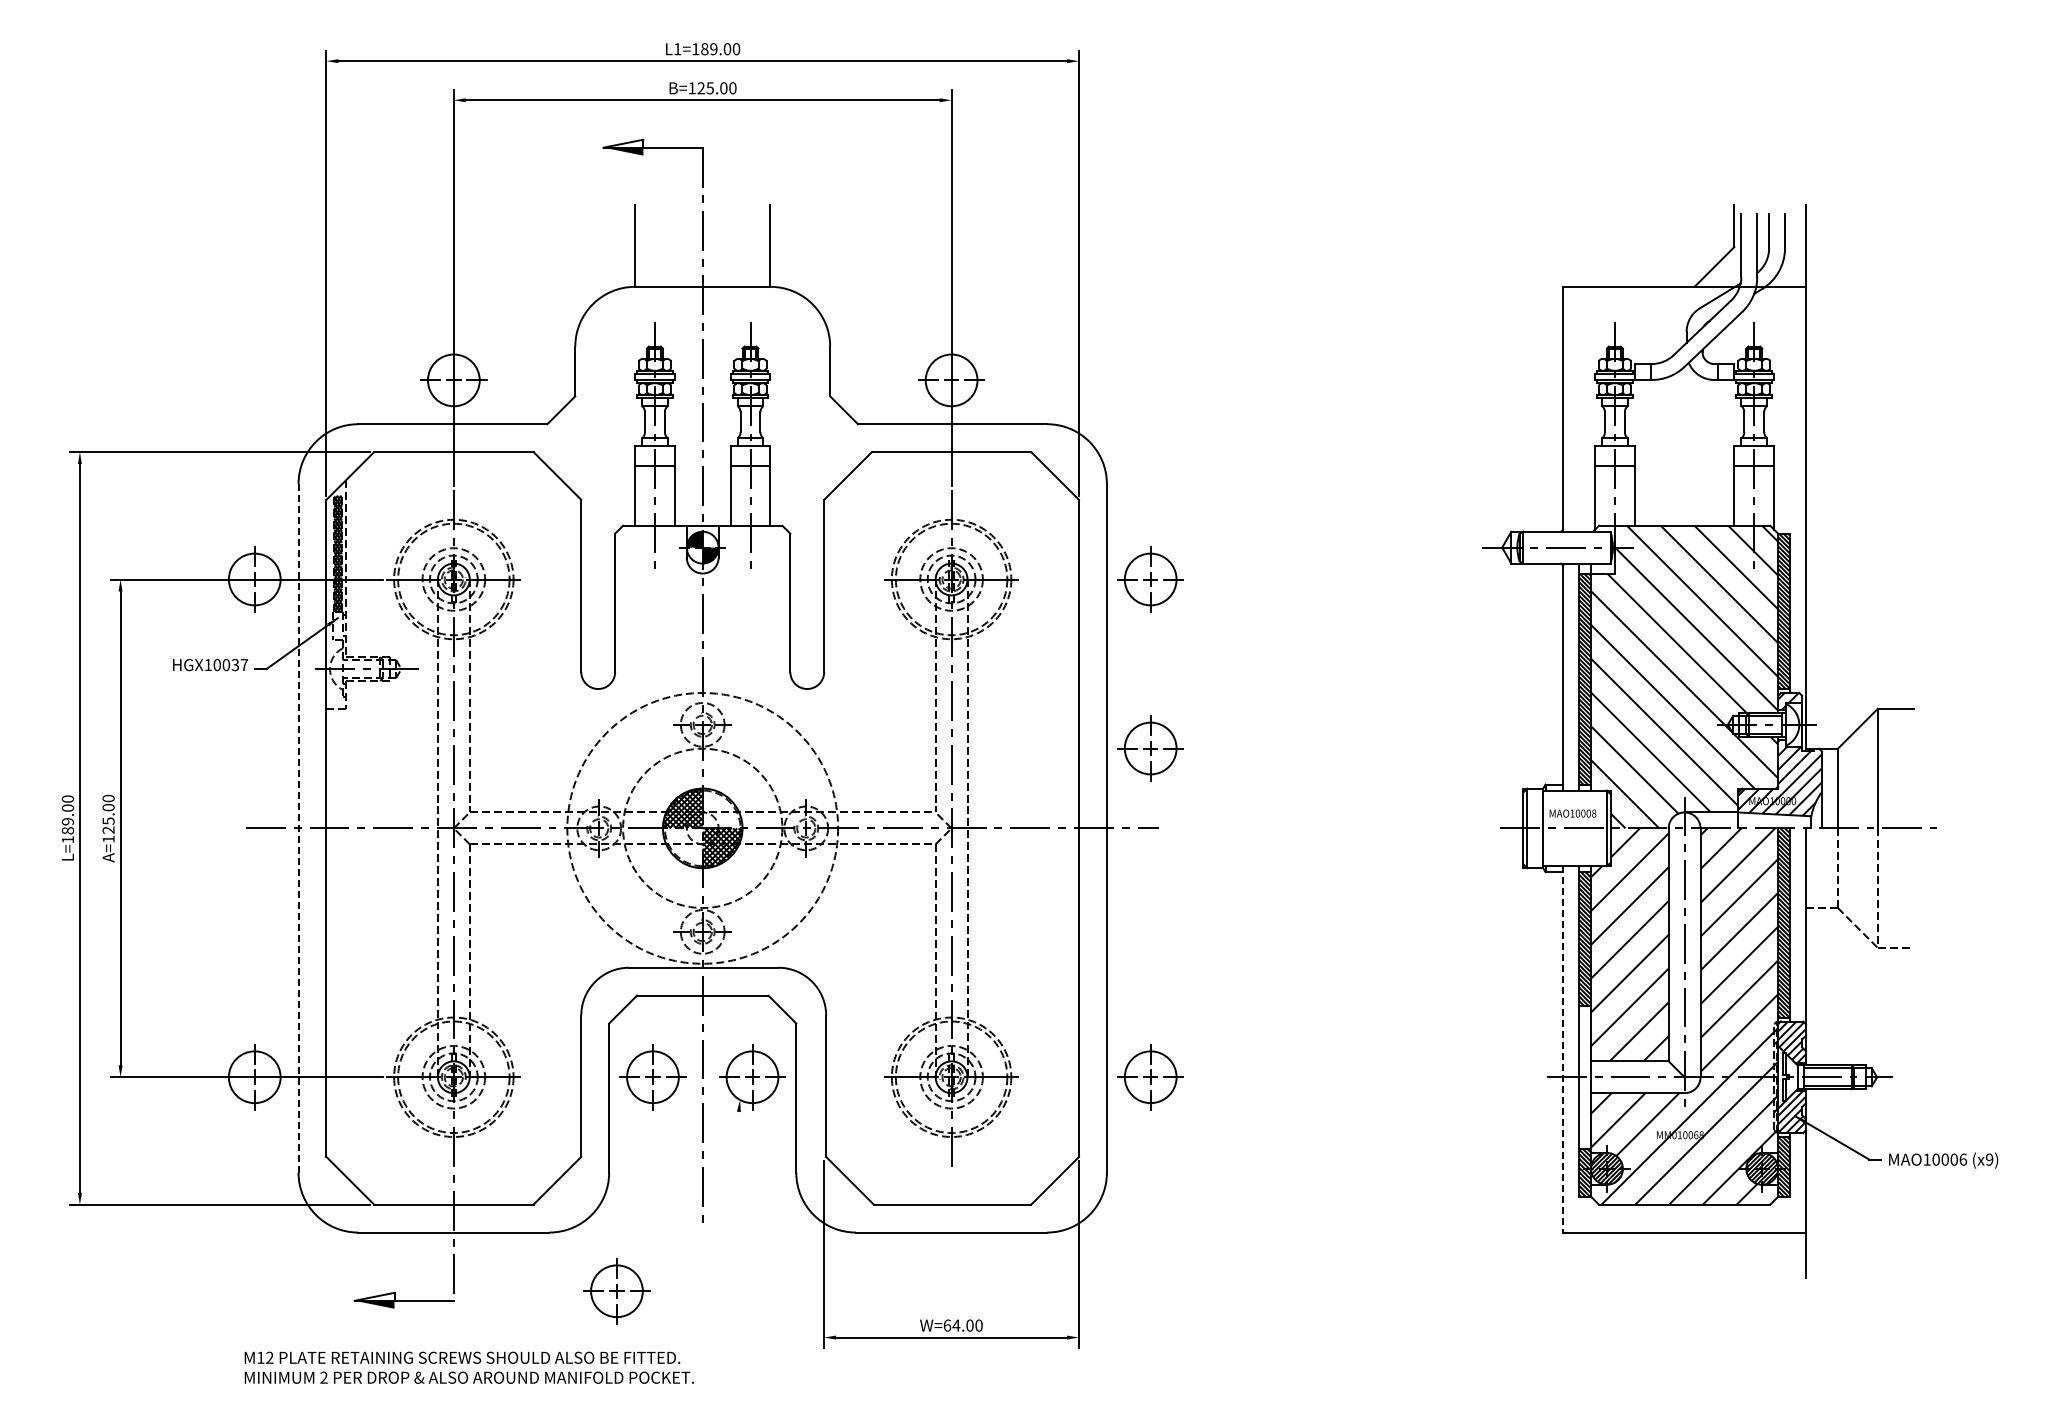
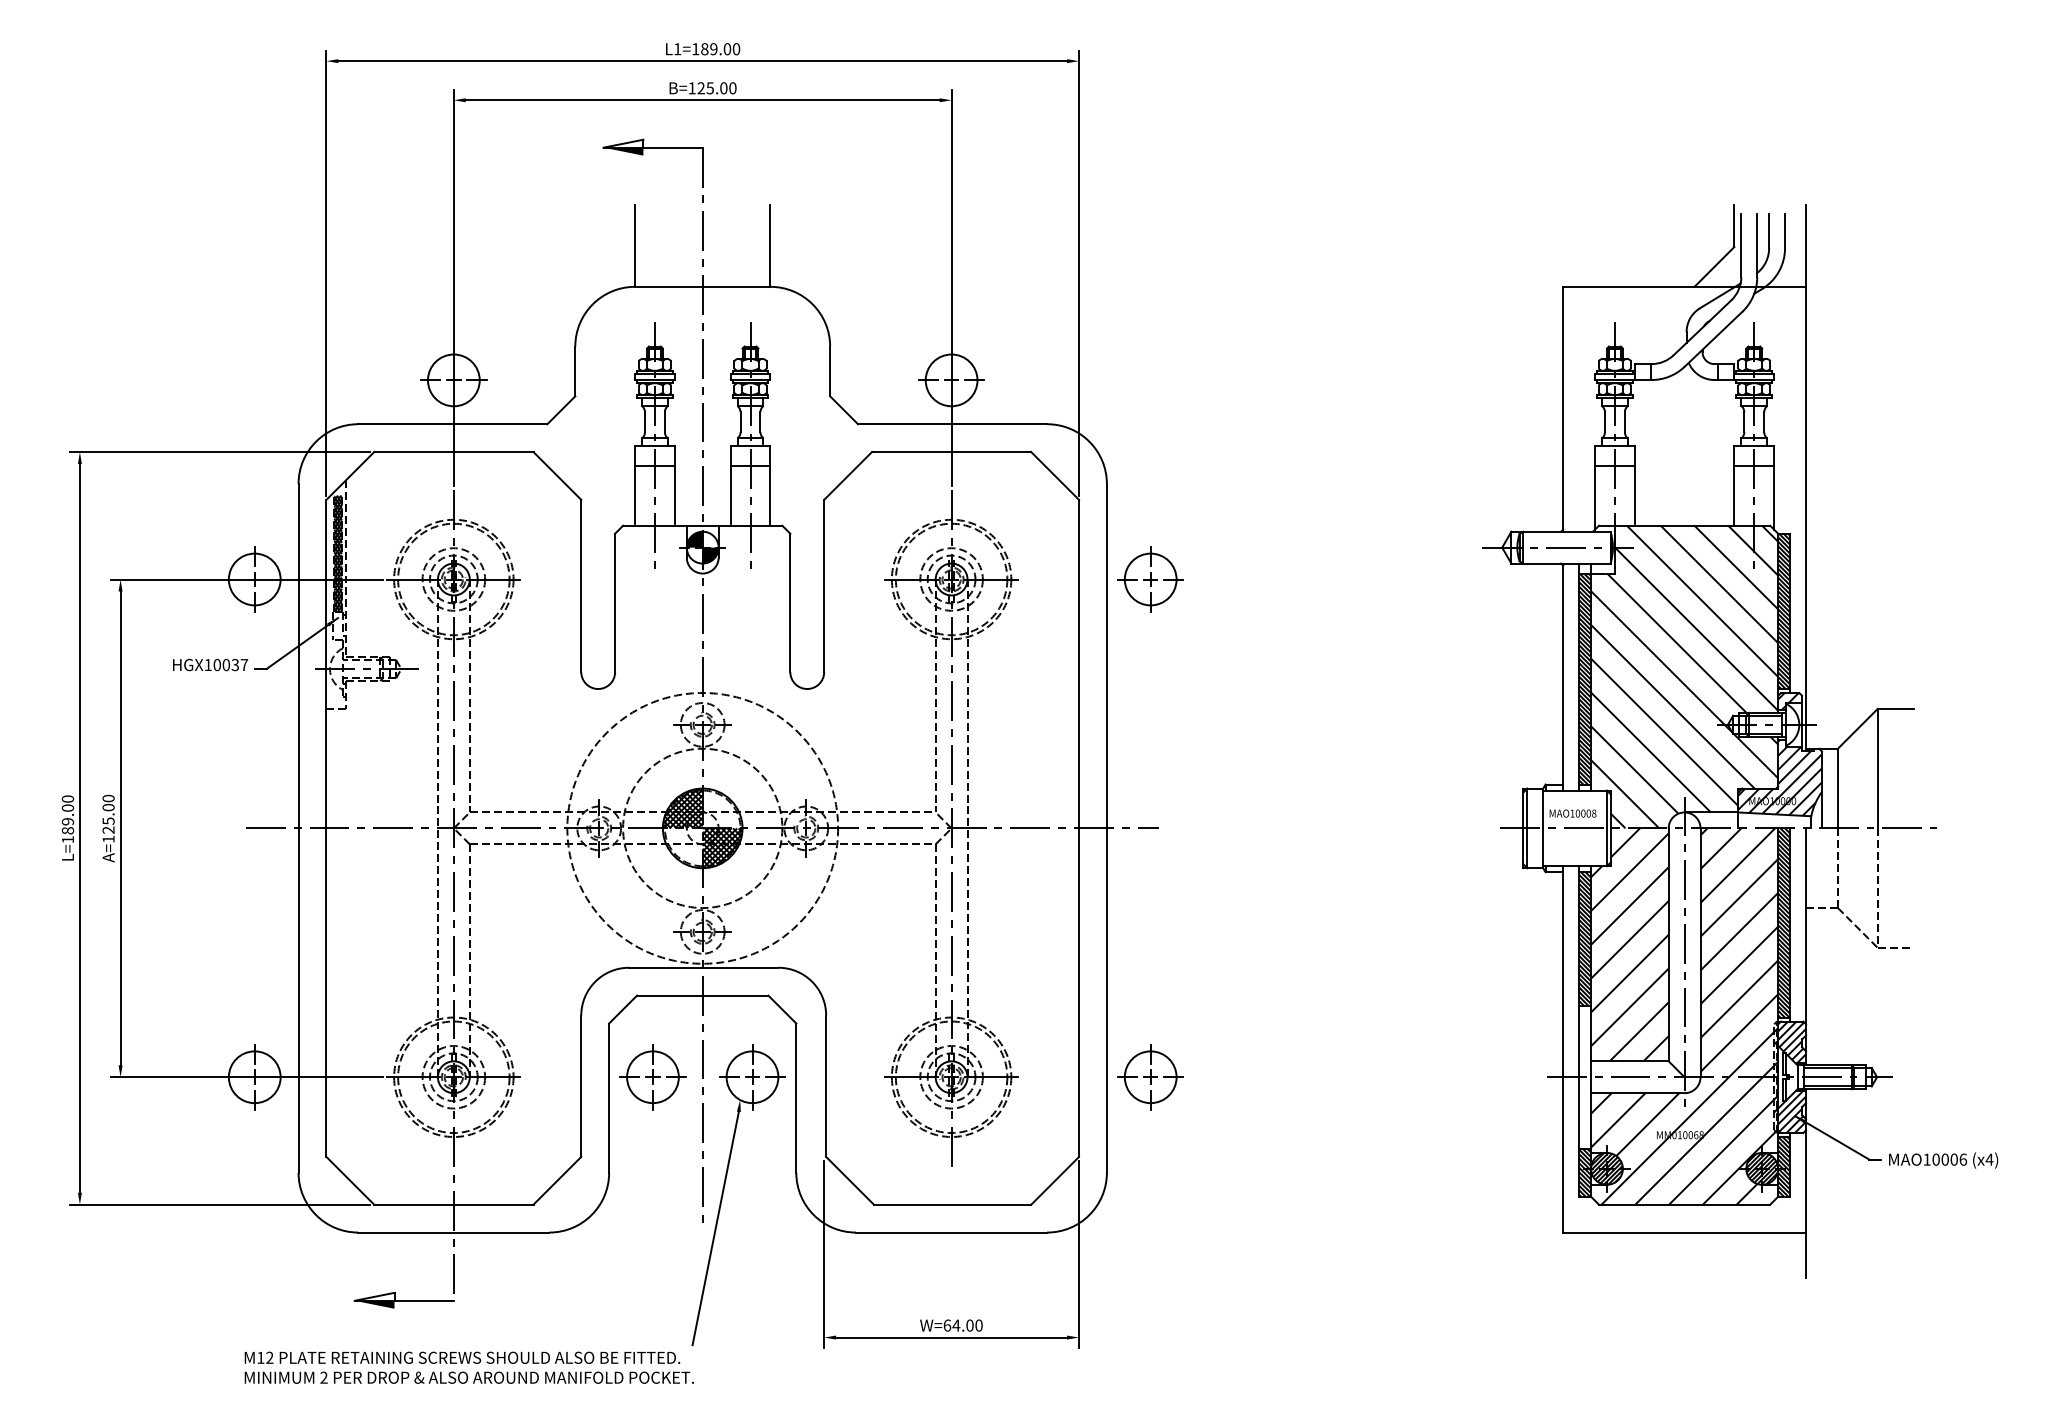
part at (1150, 748): present -> none
line at (298, 828): dashed -> solid
line at (1563, 1049): dashed -> solid
text at (1989, 1159): (x9) -> (x4)
line at (715, 1228): none -> present
part at (616, 1291): present -> none
